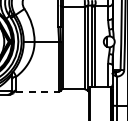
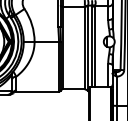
line at (38, 91): dashed -> solid
